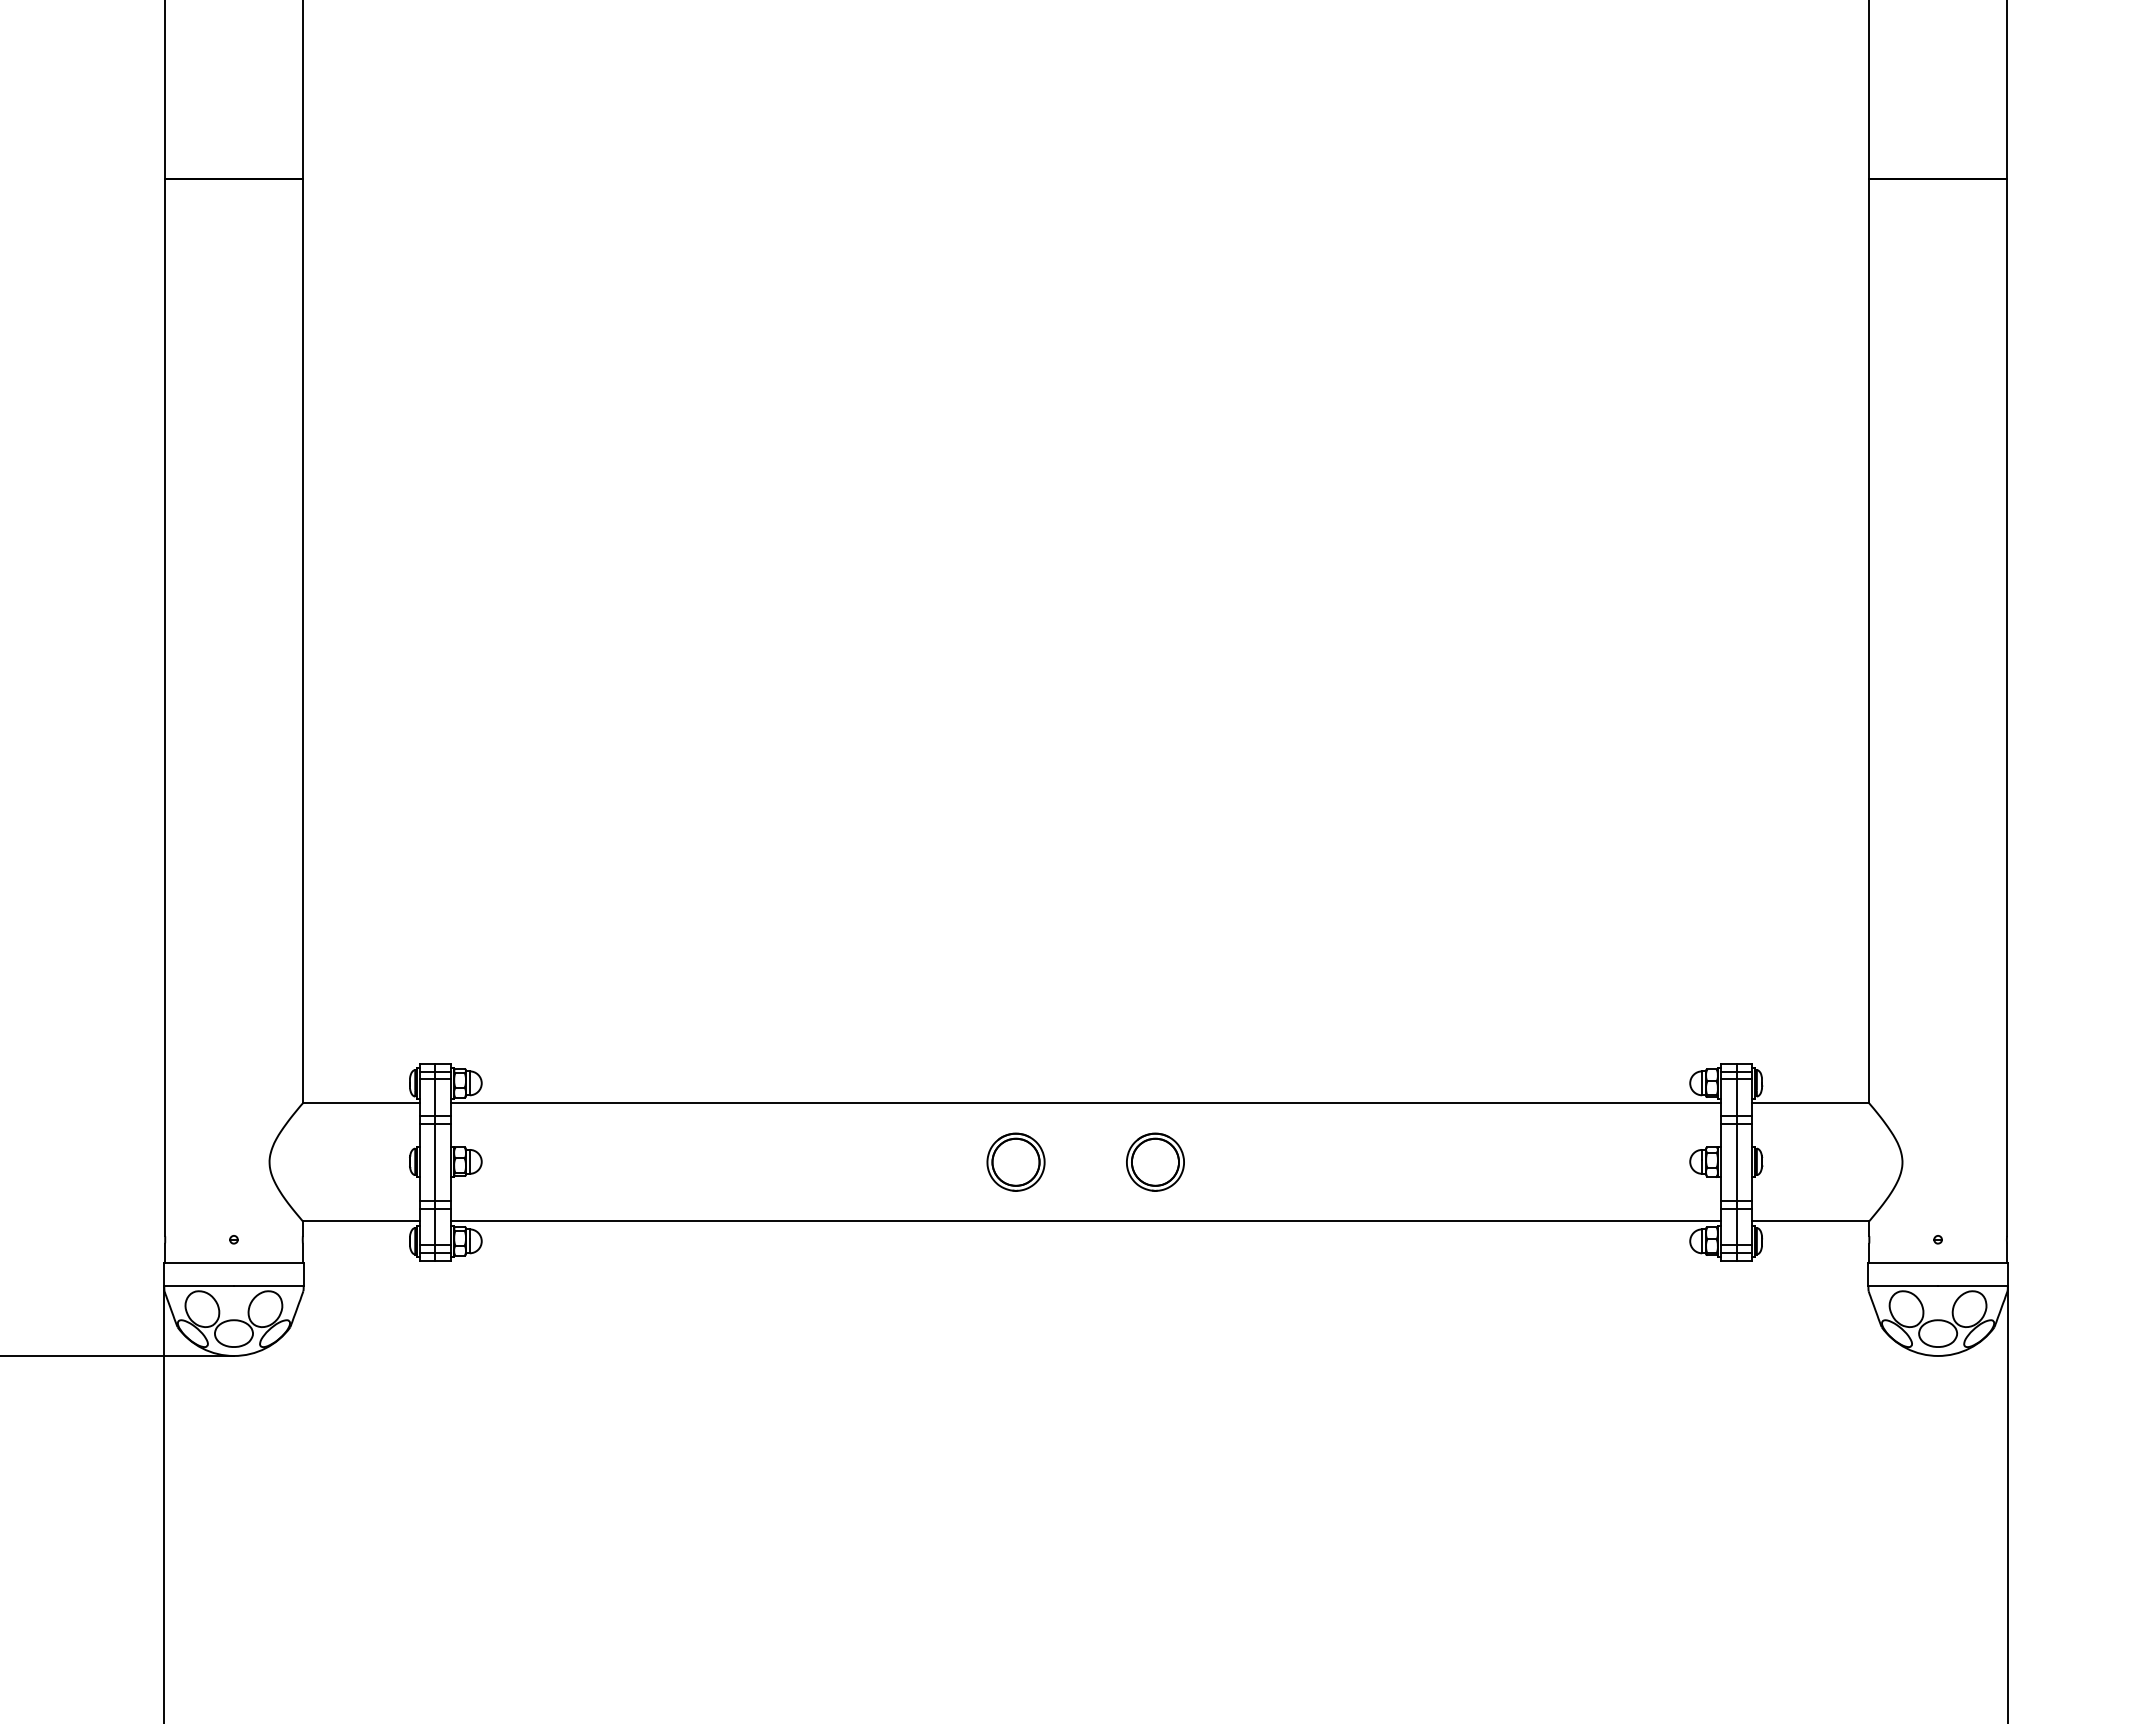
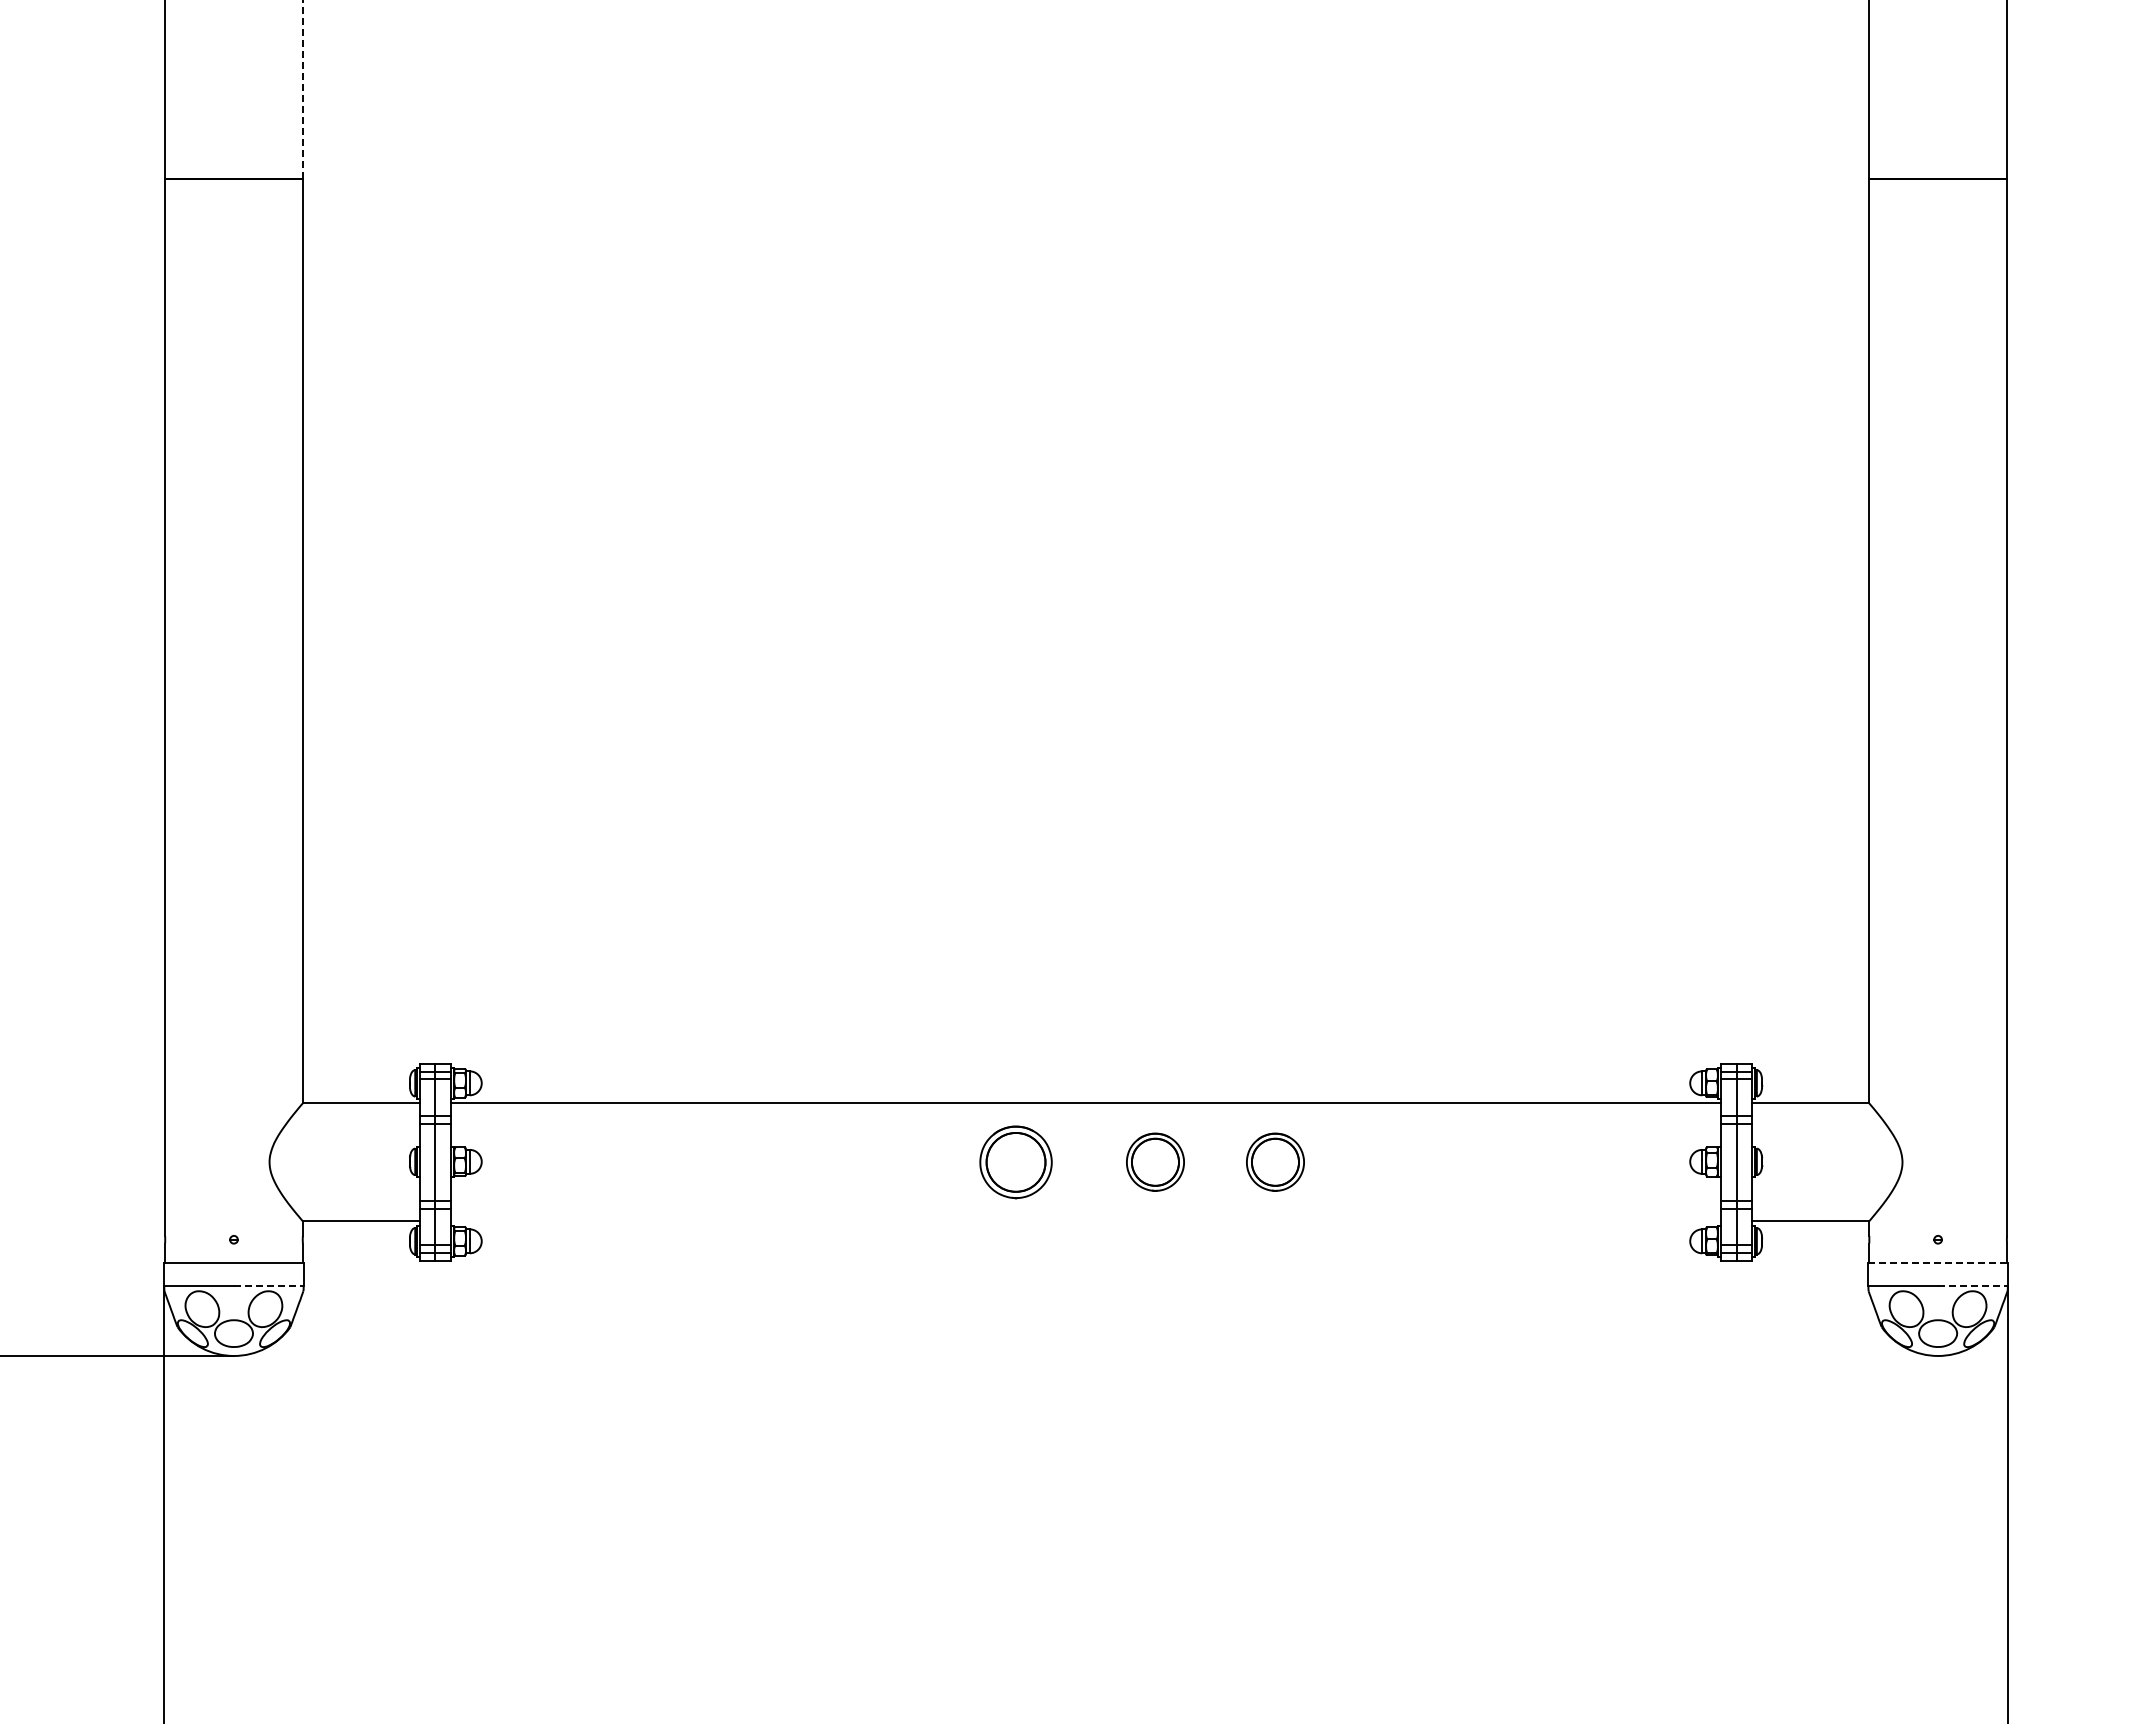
line at (302, 89): solid -> dashed
part at (1015, 1161) size: 60x60 px -> 74x75 px
part at (1275, 1161): none -> present
line at (1085, 1221): present -> none
line at (1938, 1263): solid -> dashed
line at (268, 1286): solid -> dashed
line at (1972, 1286): solid -> dashed
